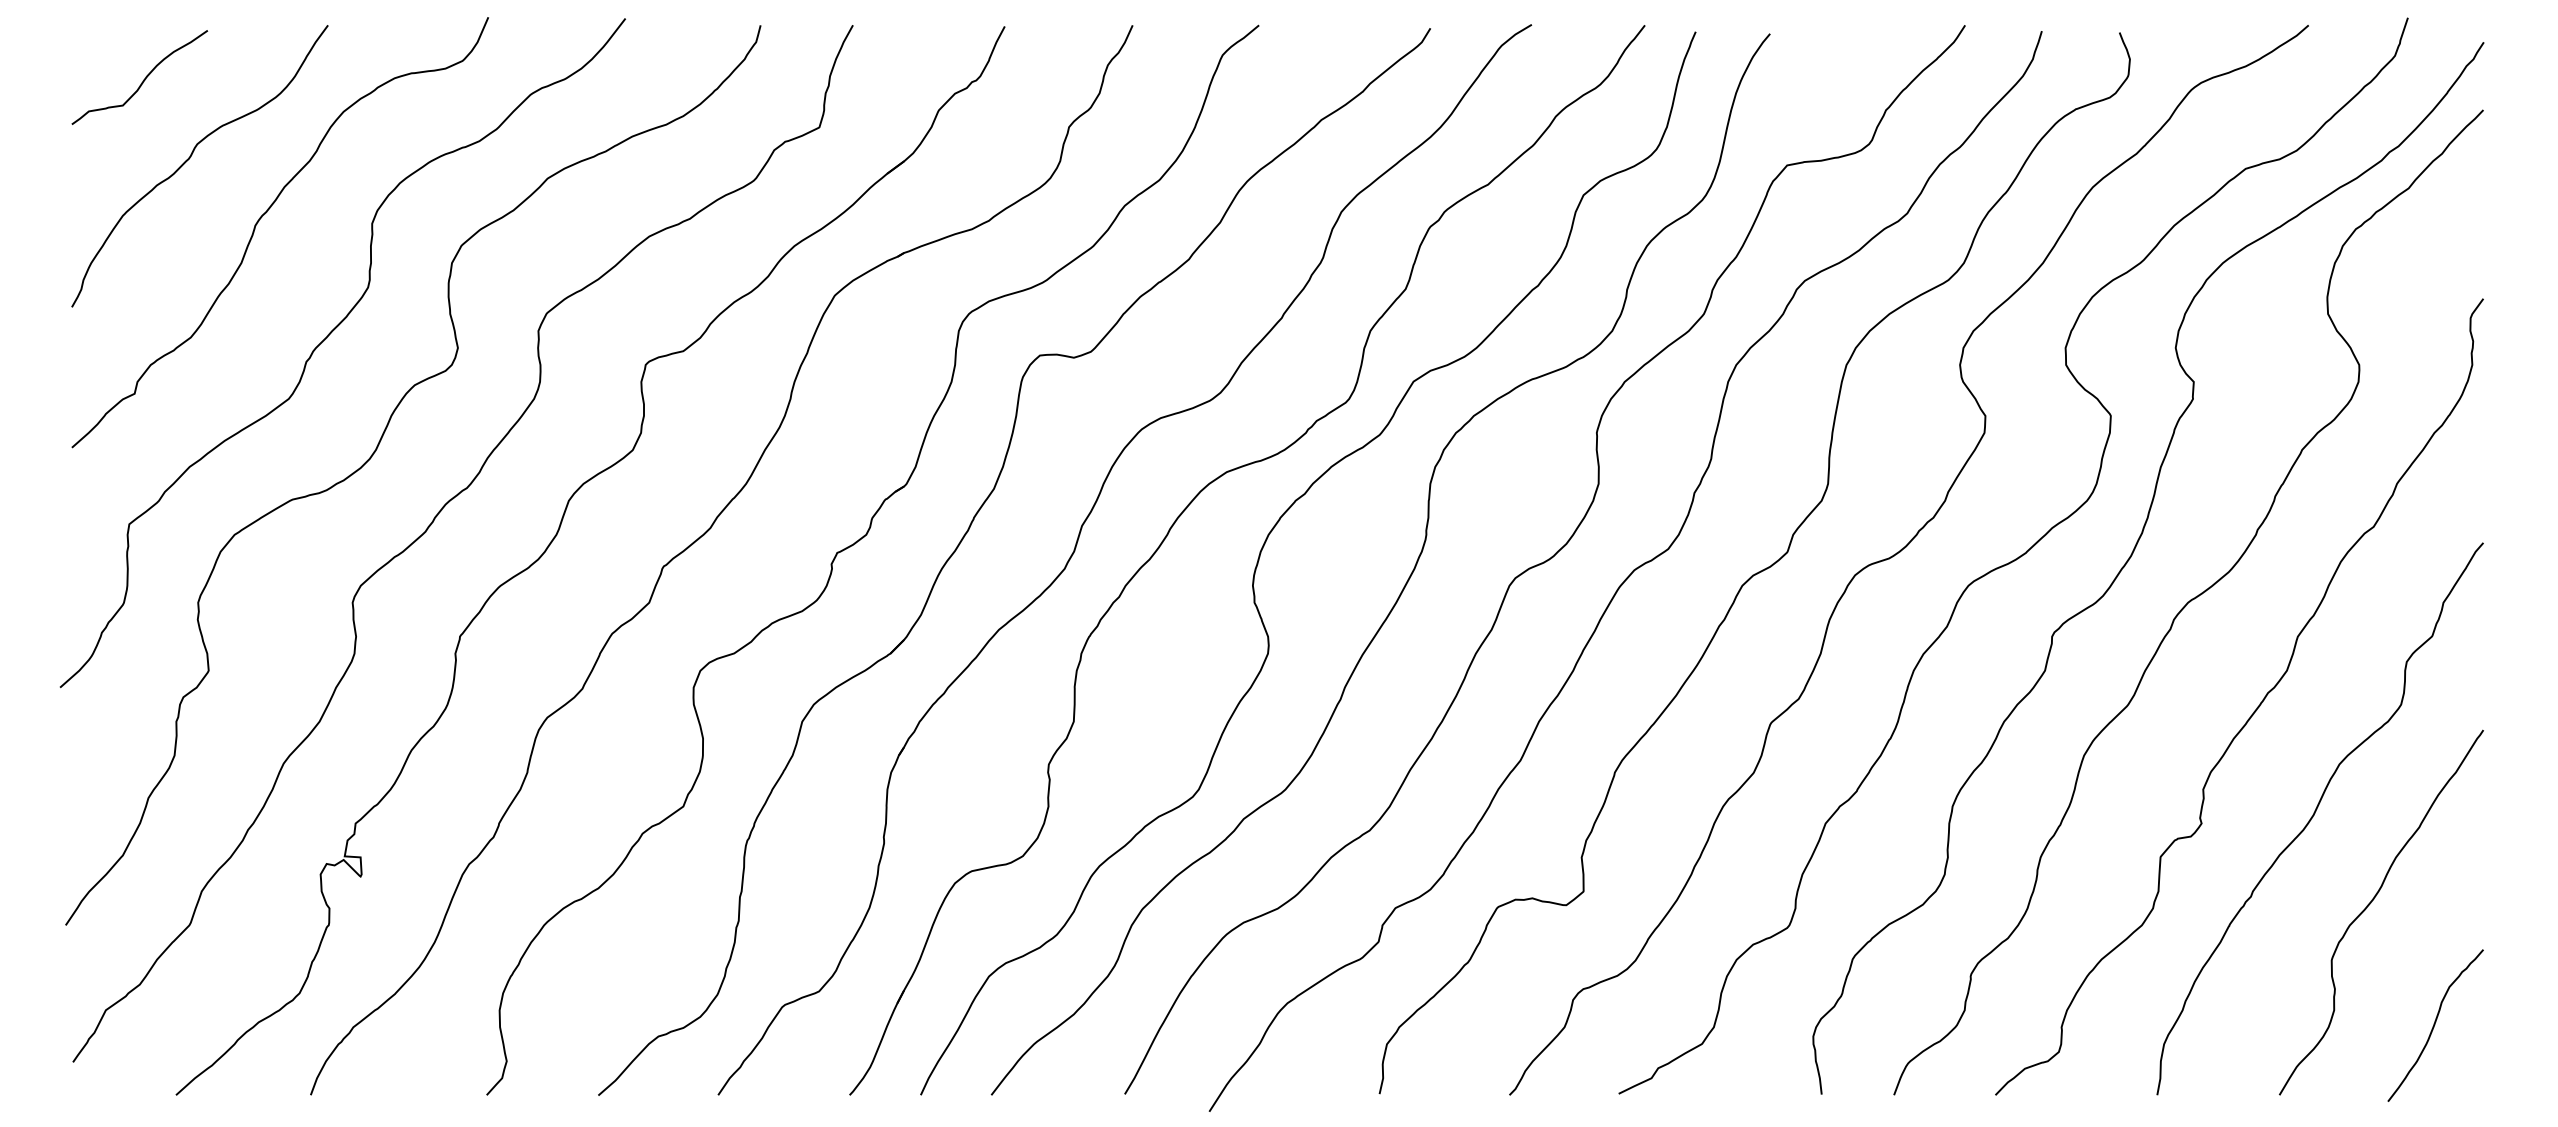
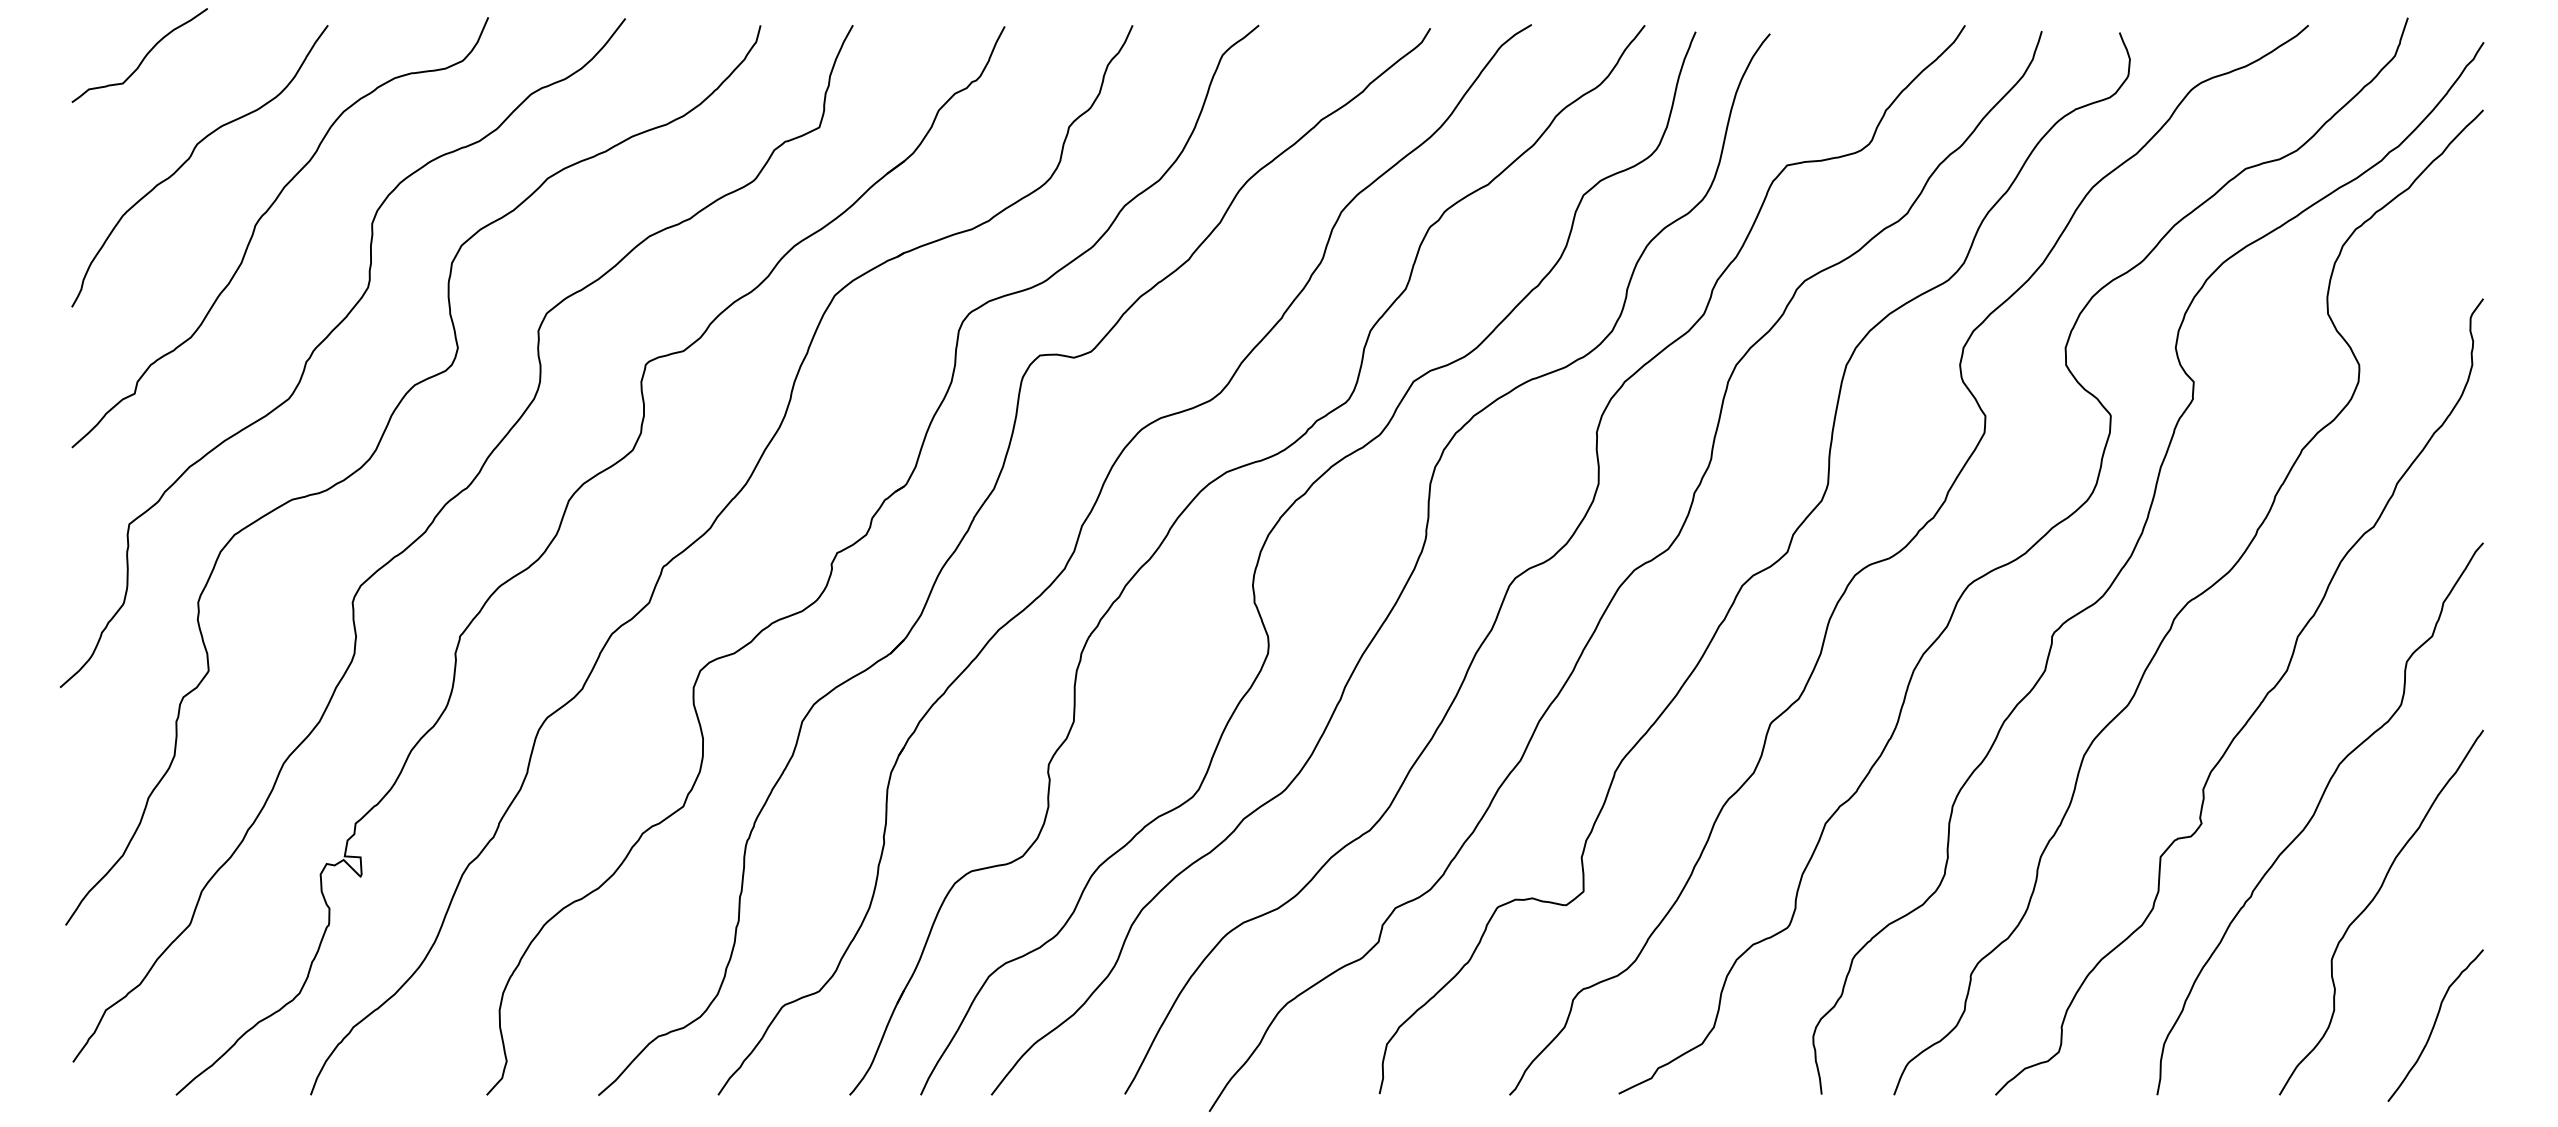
curve at (143, 79) position: (143, 79) -> (143, 57)
